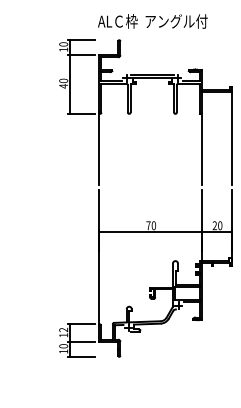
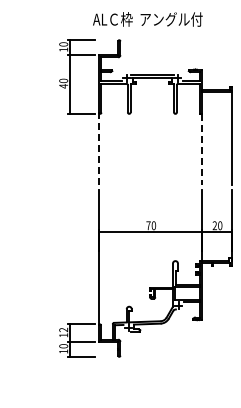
text at (152, 21) position: (152, 21) -> (147, 19)
line at (99, 148): solid -> dashed
line at (202, 149): solid -> dashed
